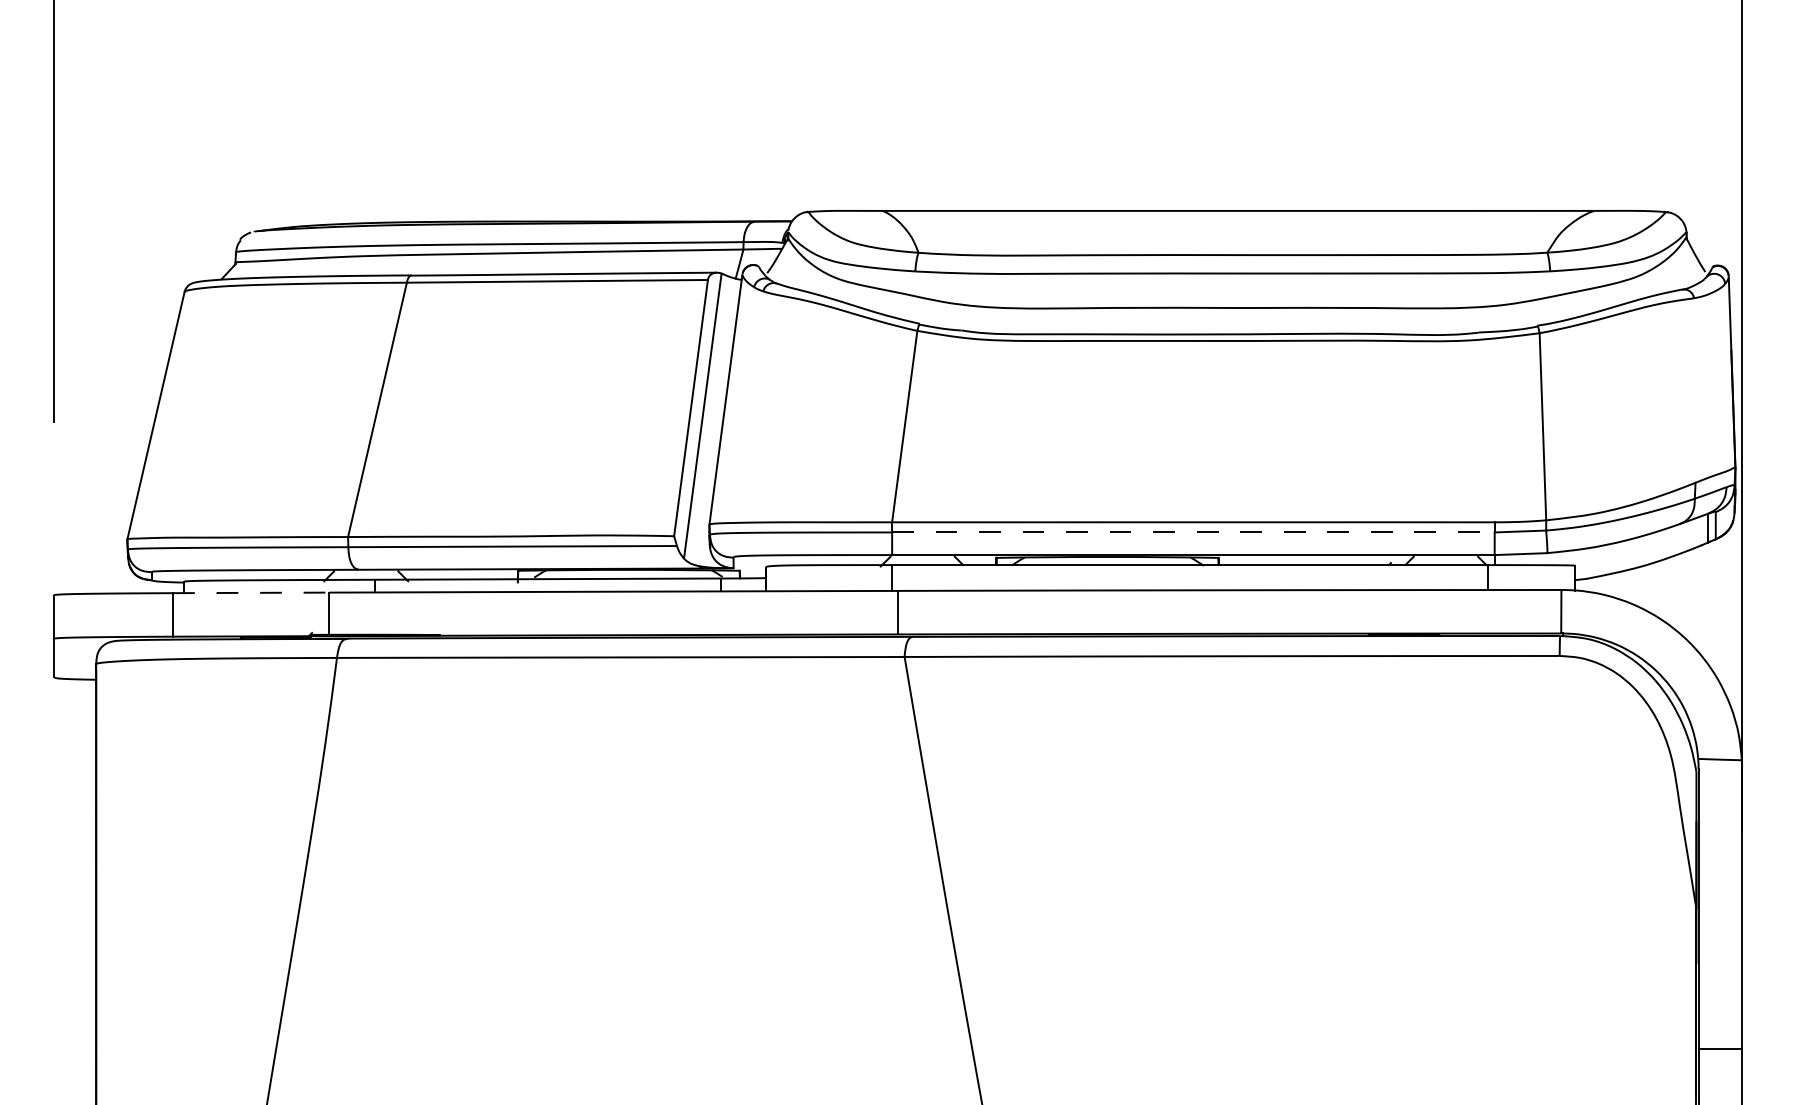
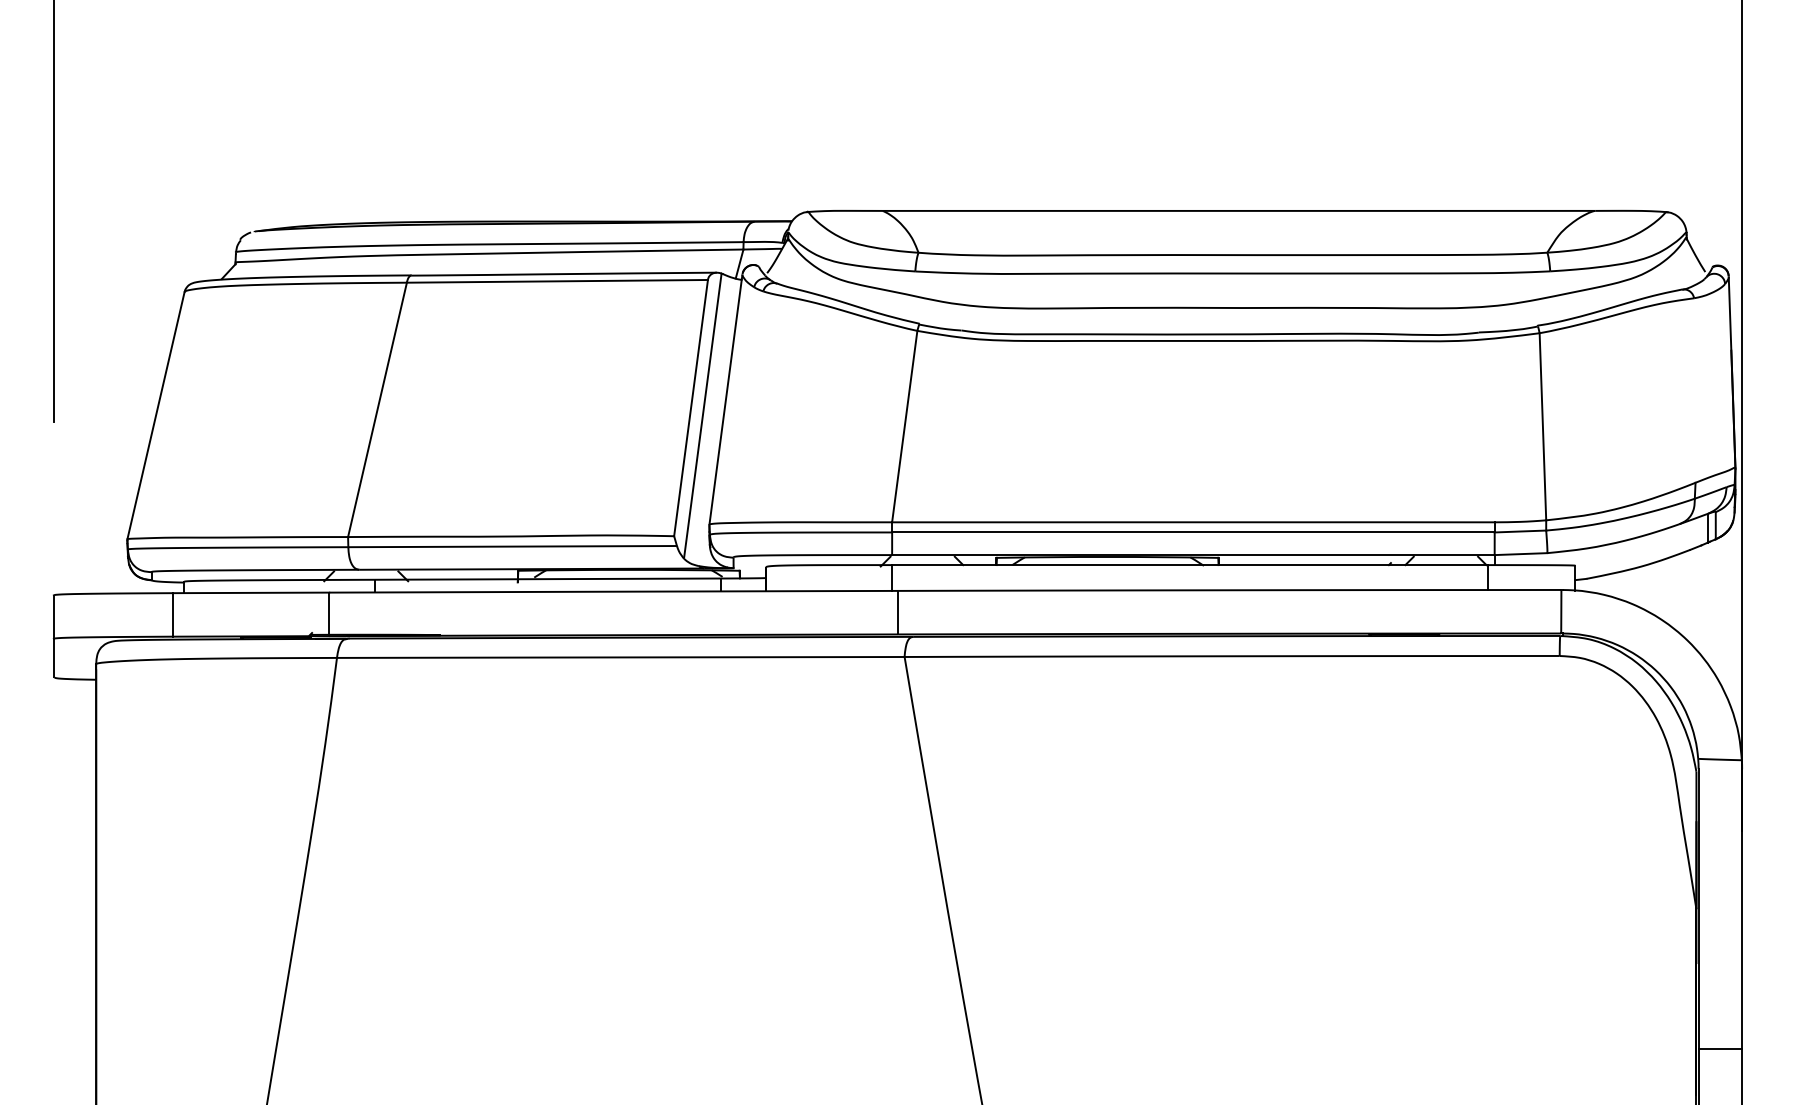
line at (1193, 532): dashed -> solid
line at (251, 592): dashed -> solid
